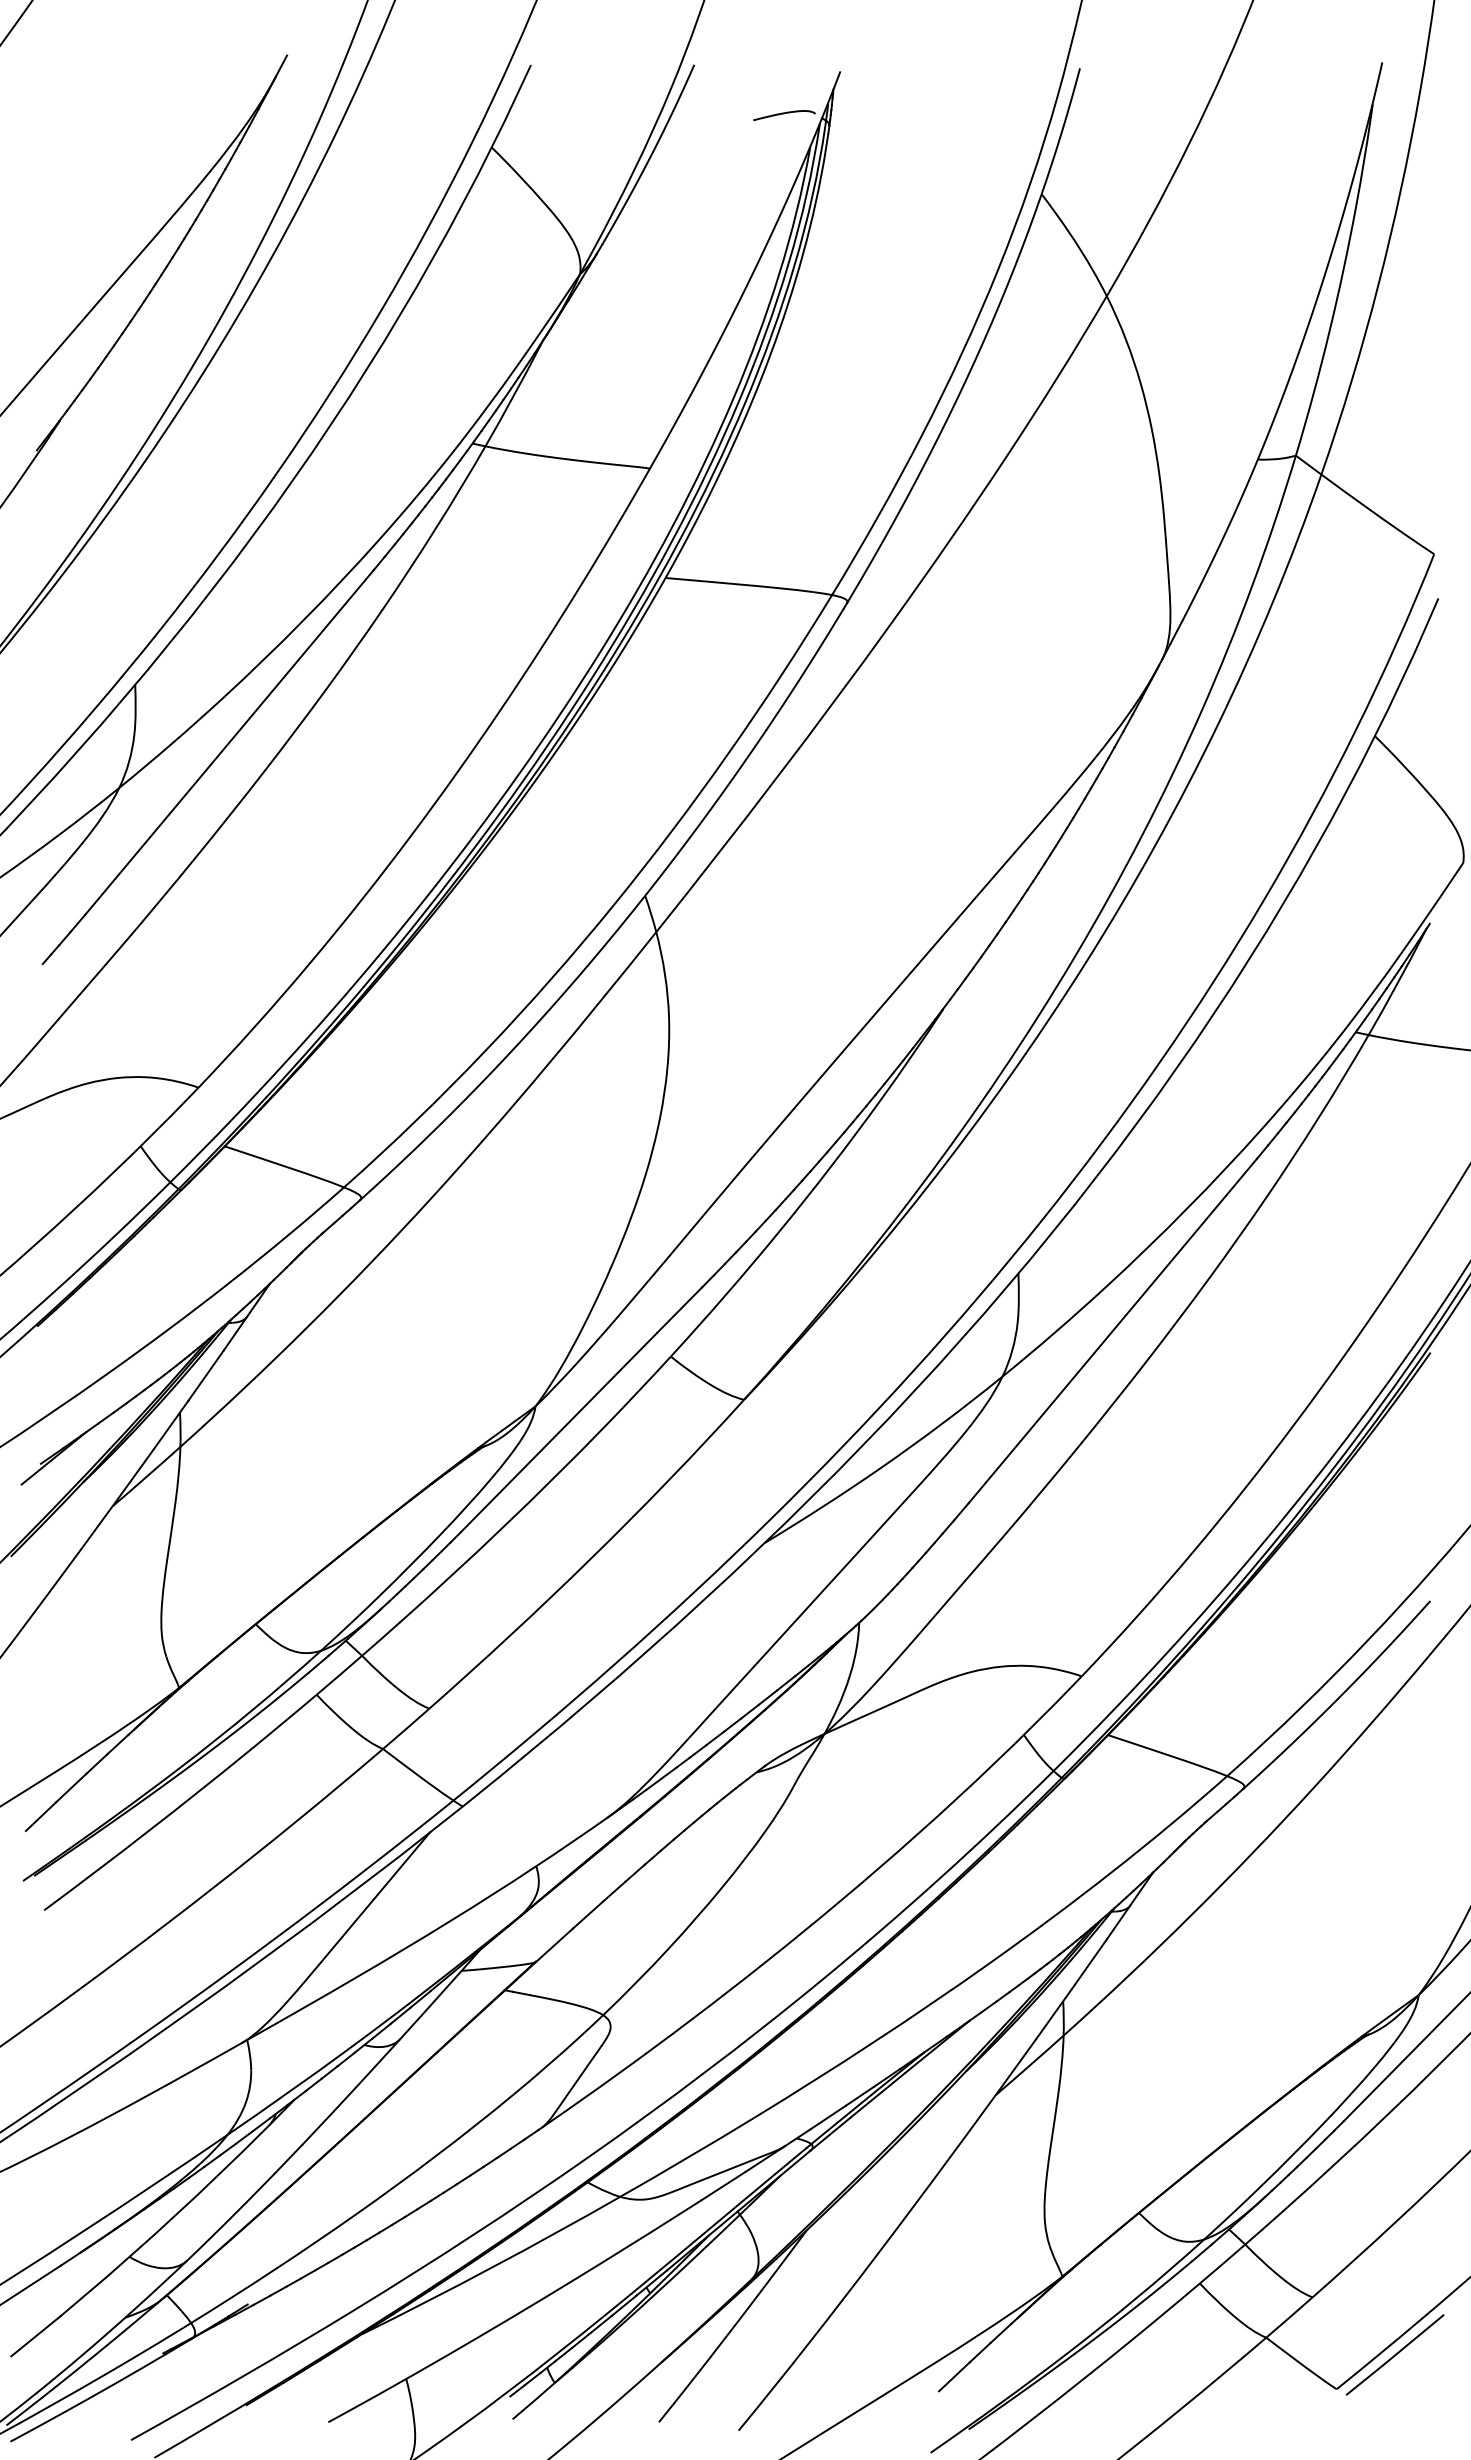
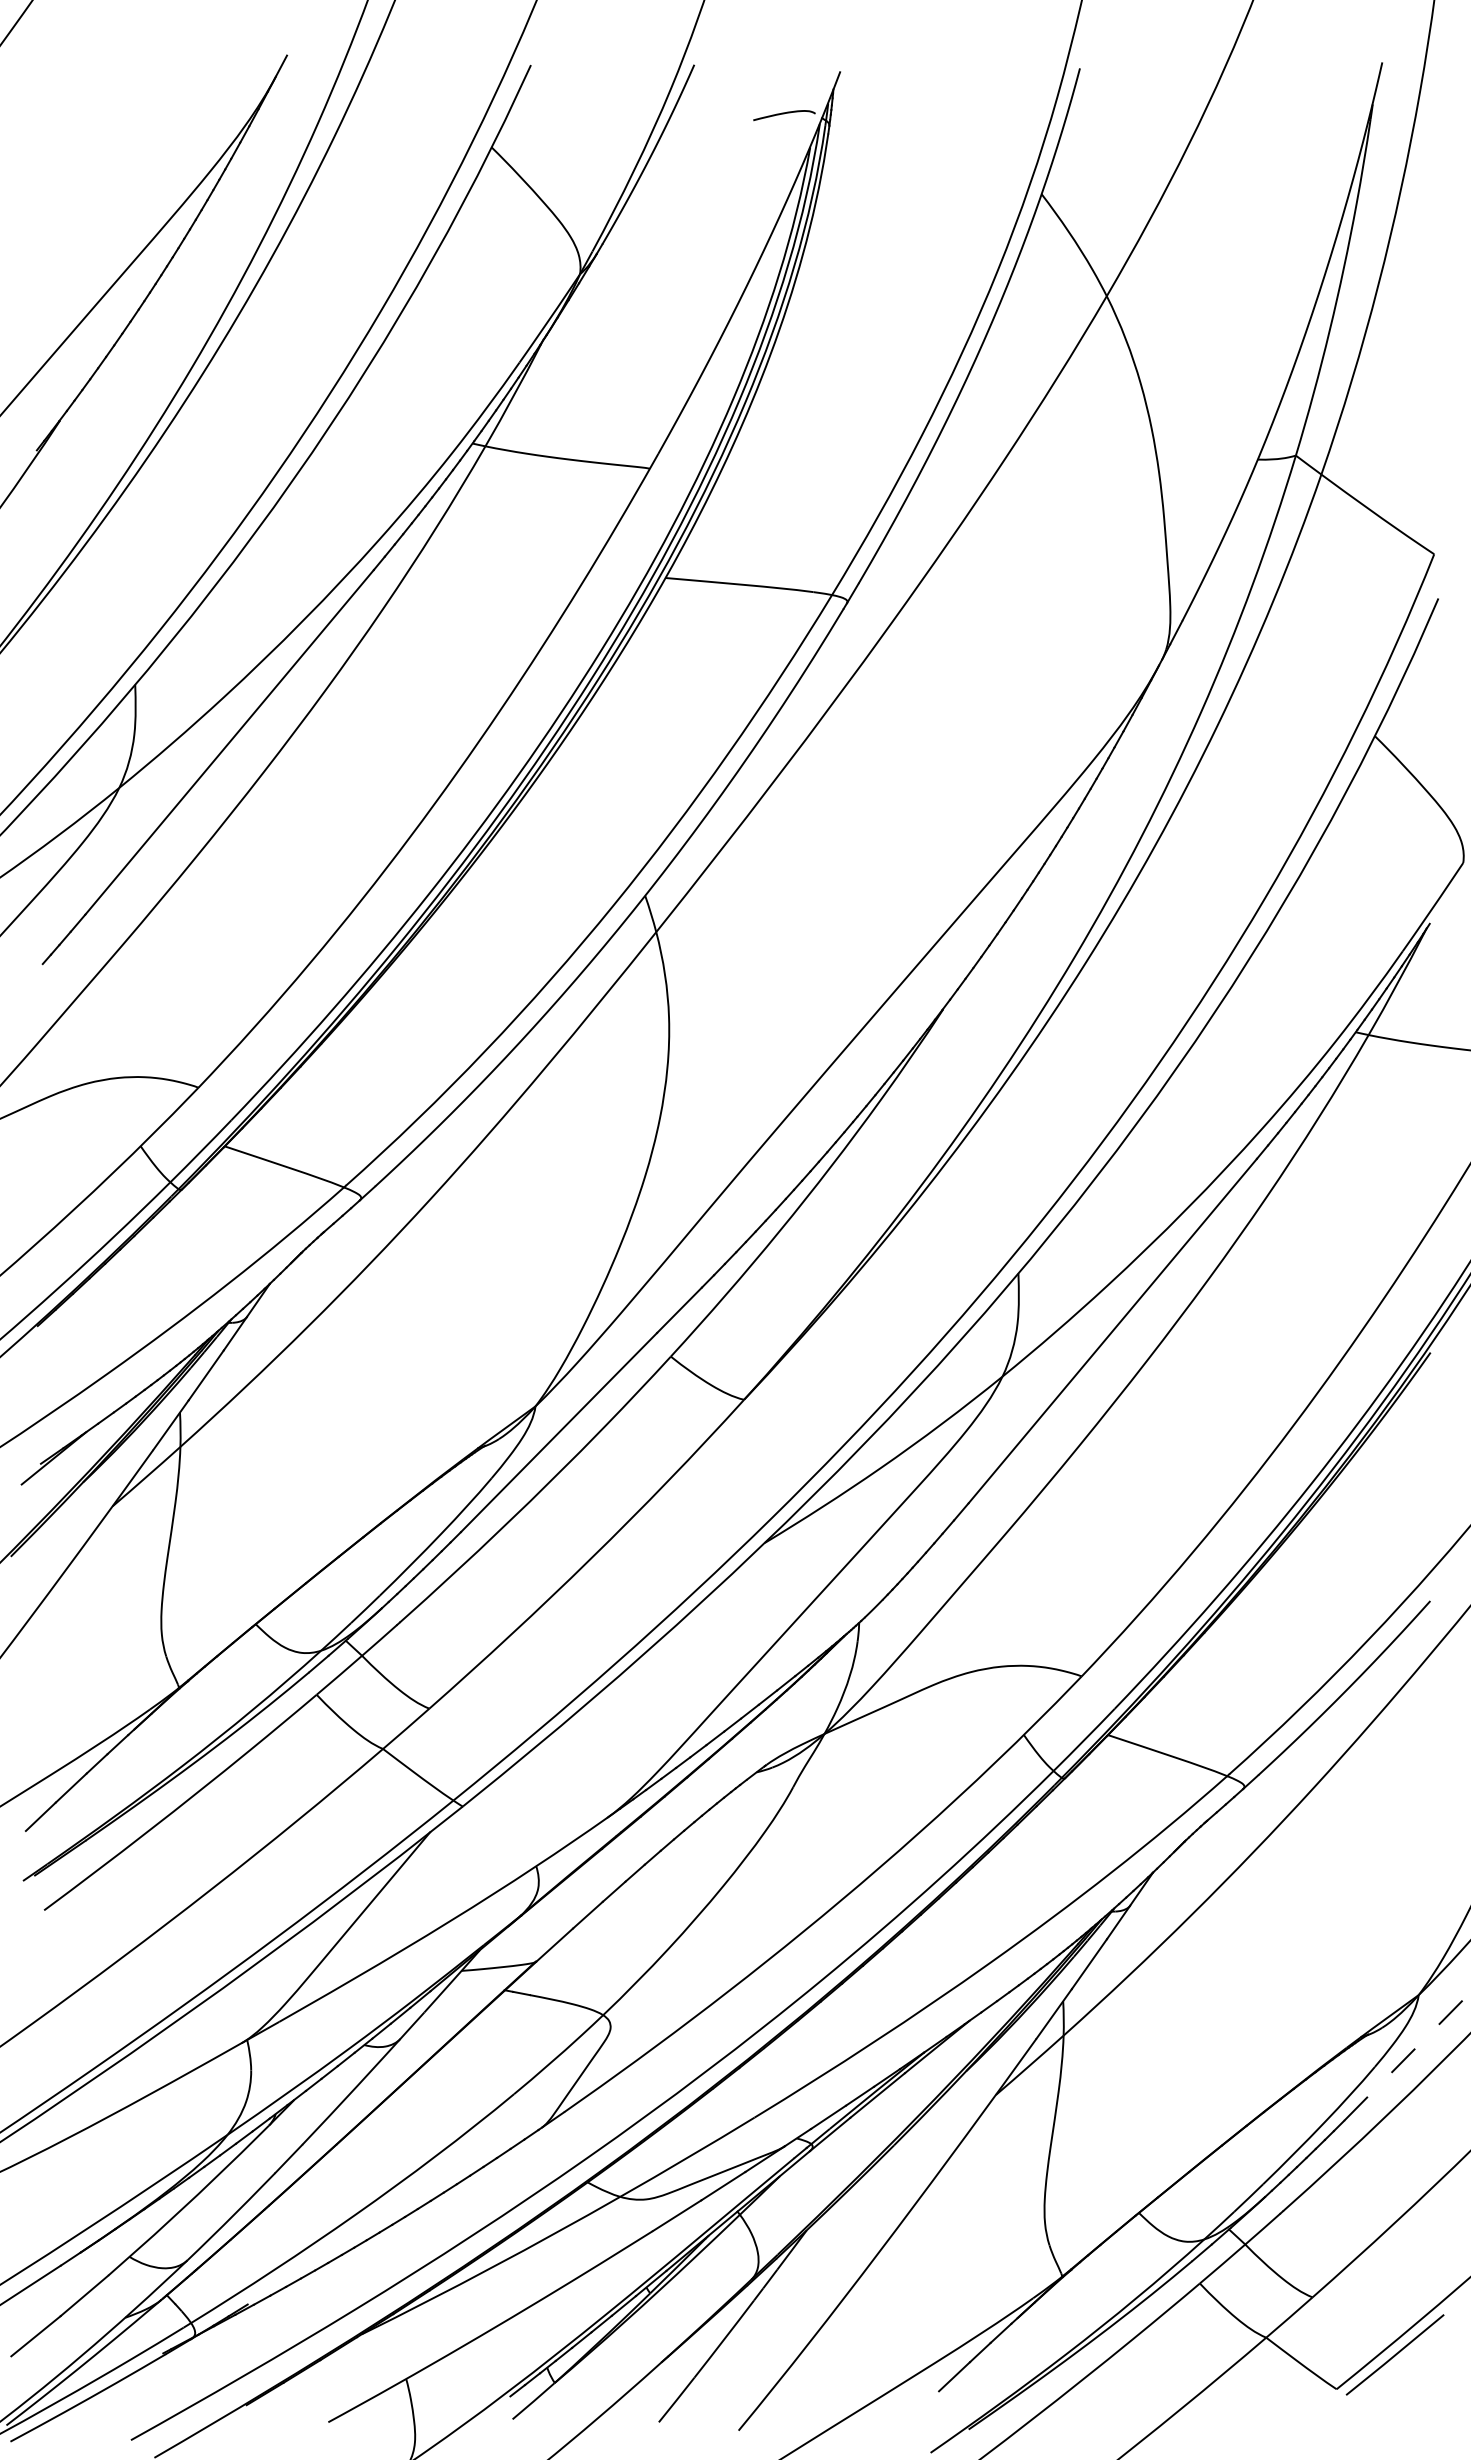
line at (1407, 2056): solid -> dashed
